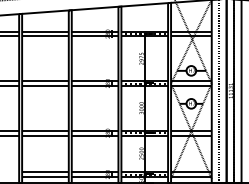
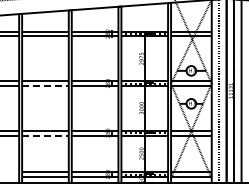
line at (45, 85): solid -> dashed
line at (45, 135): solid -> dashed
